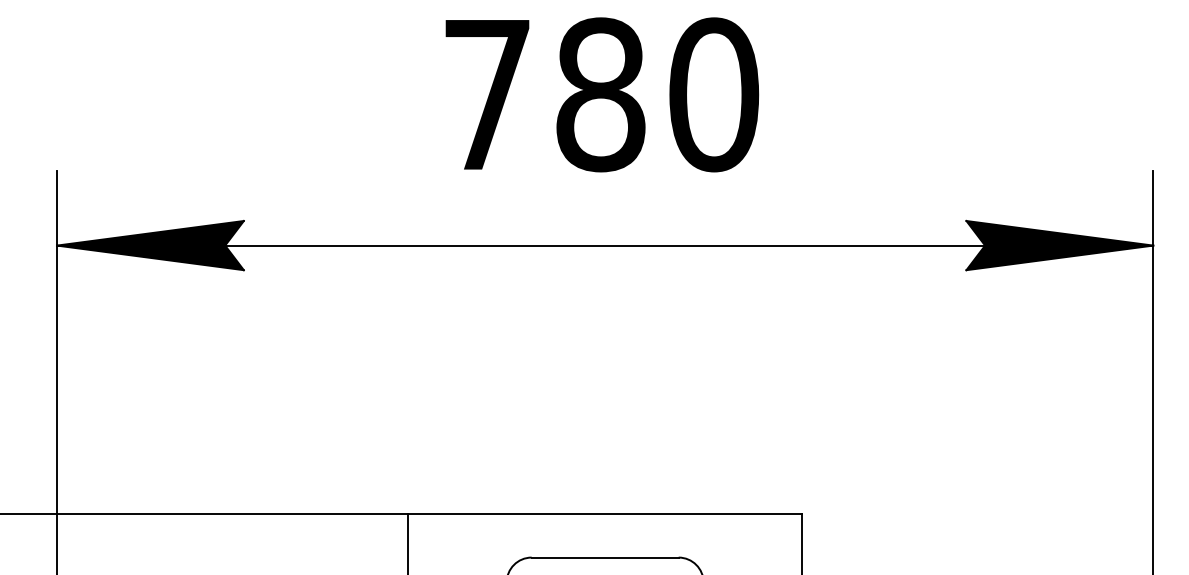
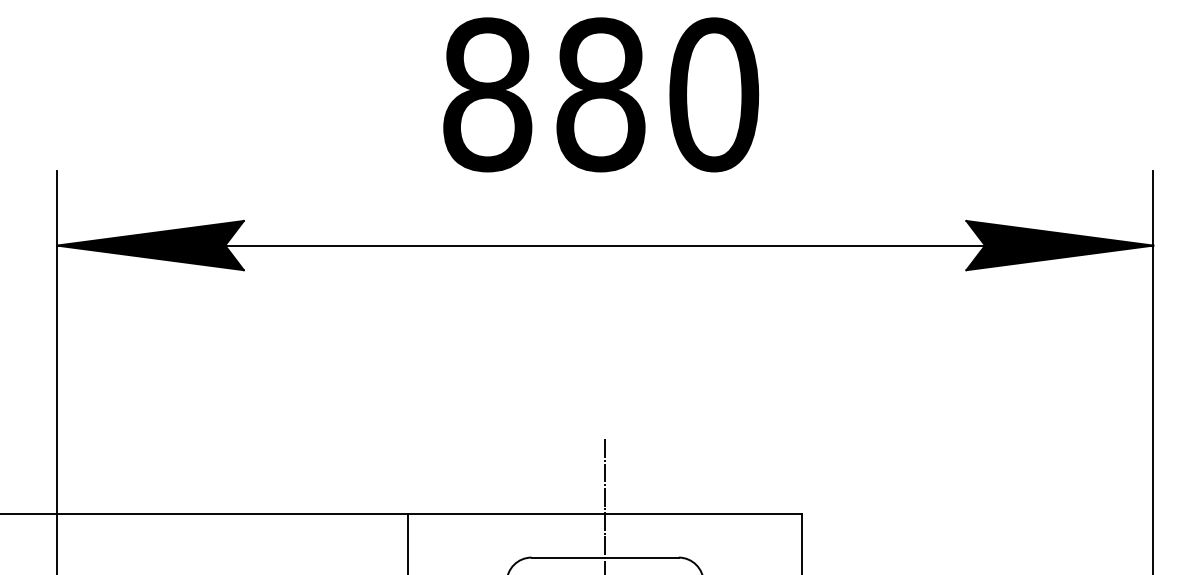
text at (487, 94): 780 -> 880
line at (605, 505): none -> present
